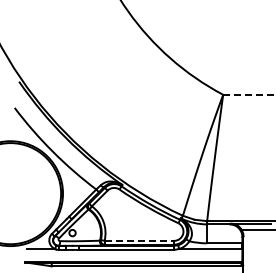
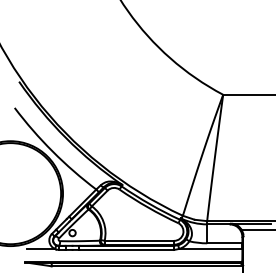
line at (249, 94): dashed -> solid
line at (139, 240): dashed -> solid
